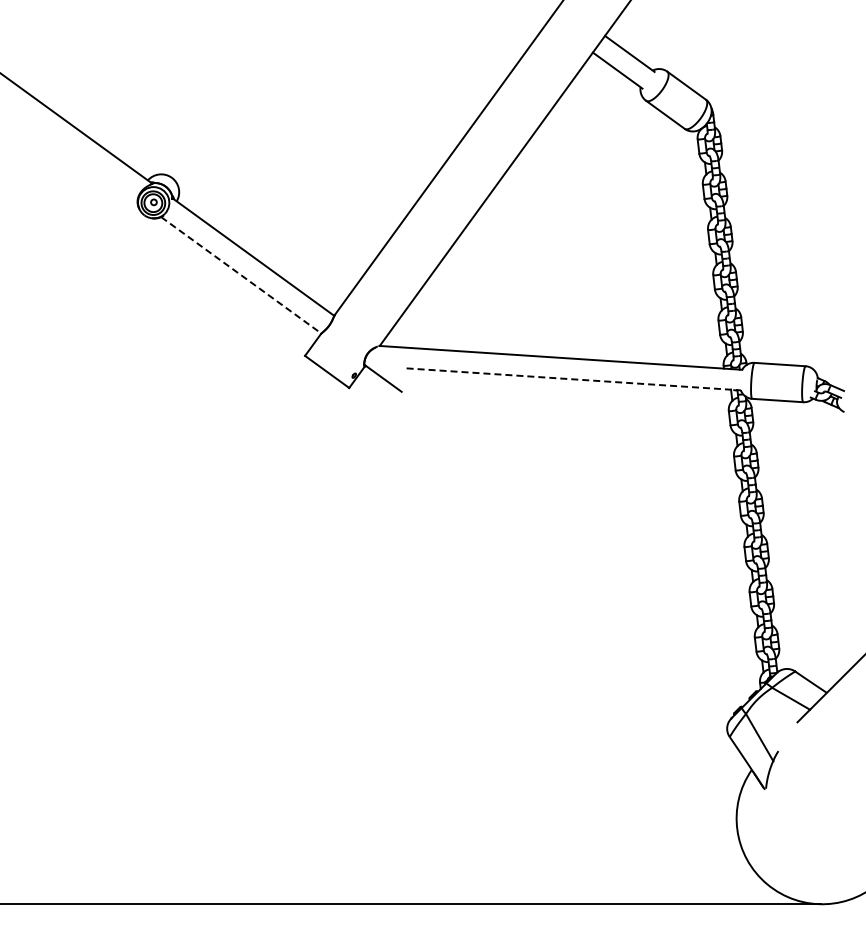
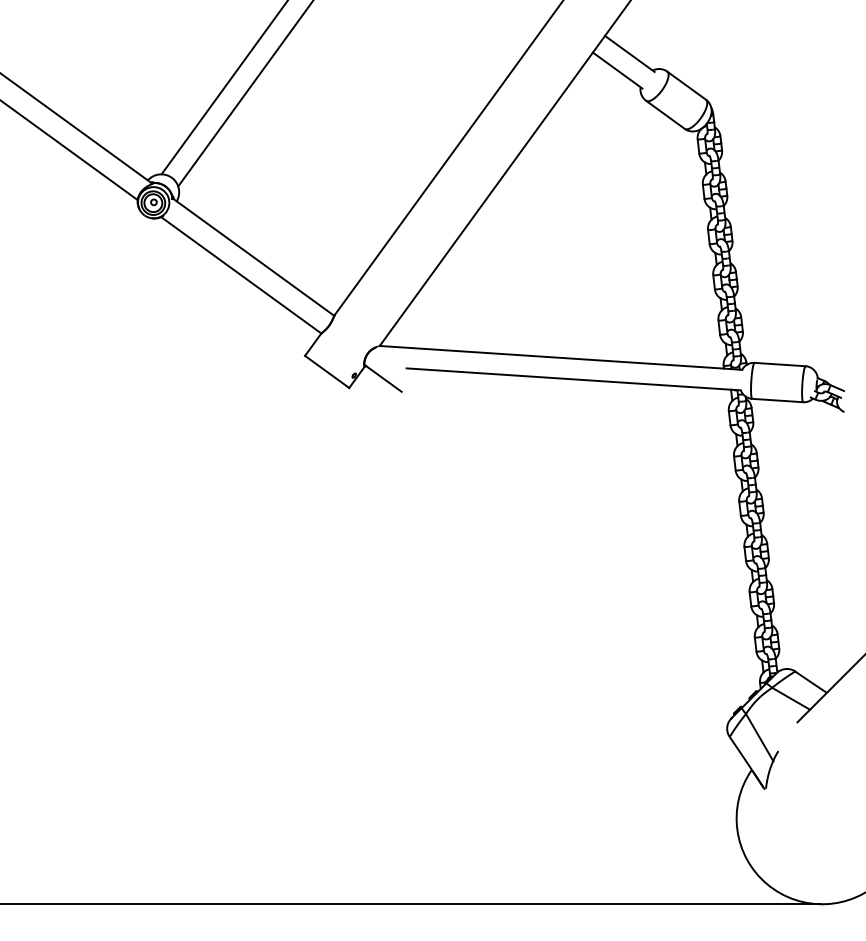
line at (223, 88): none -> present
line at (244, 94): none -> present
line at (69, 150): none -> present
line at (241, 275): dashed -> solid
line at (574, 379): dashed -> solid
